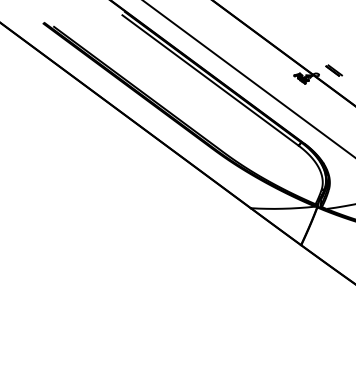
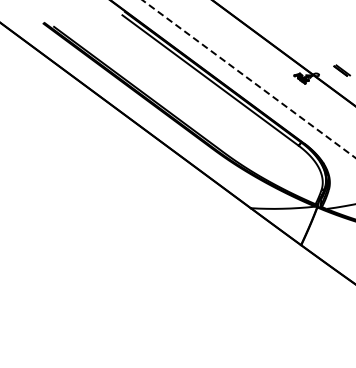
part at (333, 70) position: (333, 70) -> (341, 70)
line at (248, 78): solid -> dashed
